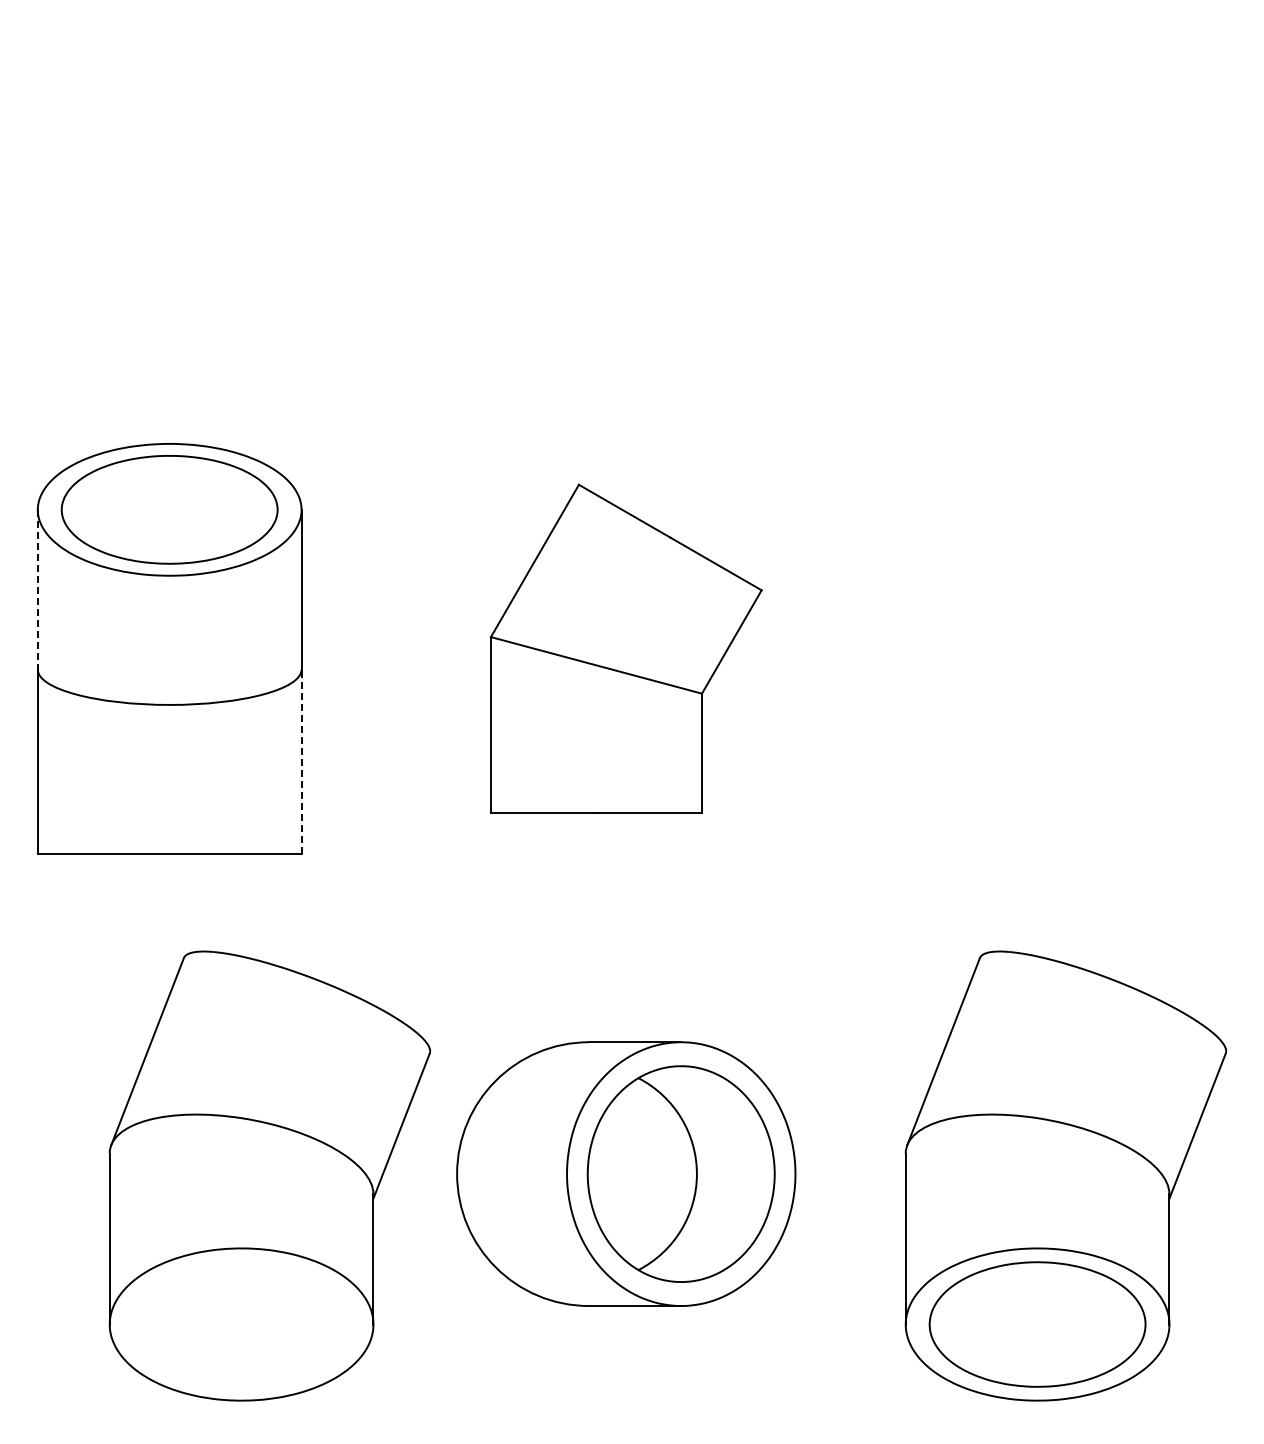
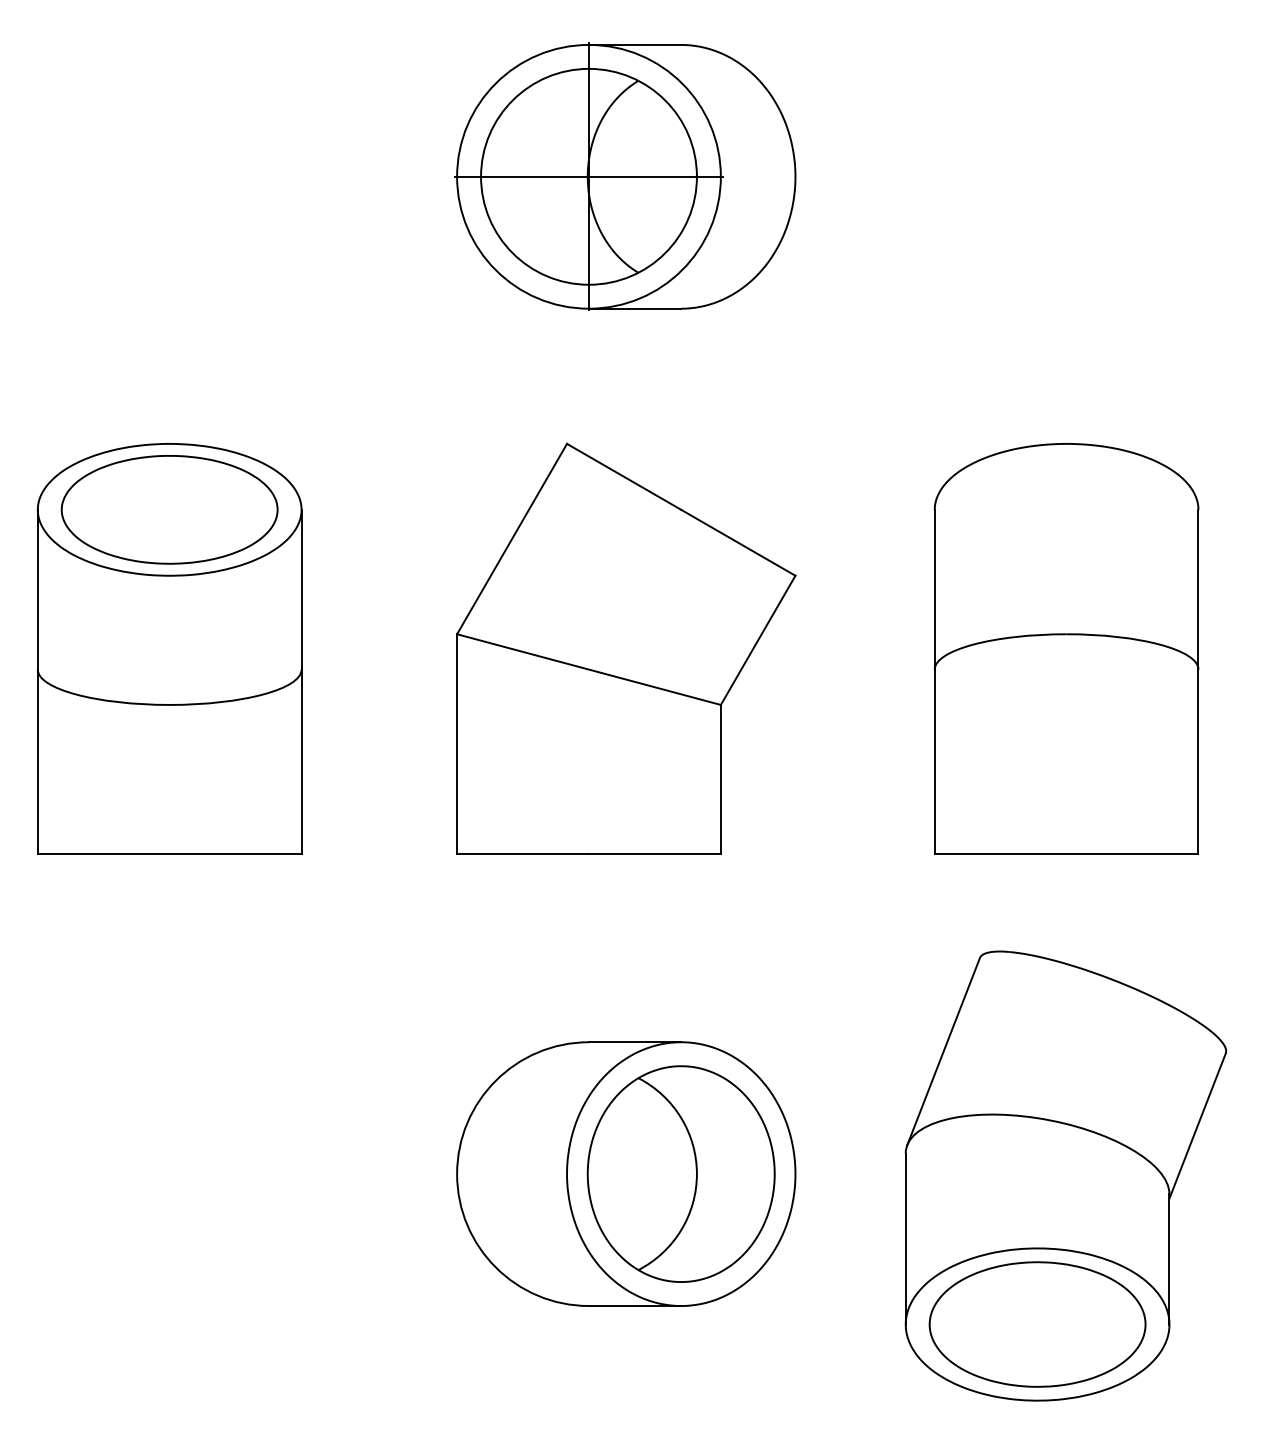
part at (625, 176): none -> present
line at (37, 589): dashed -> solid
part at (625, 648) size: 274x331 px -> 341x413 px
part at (1066, 648): none -> present
line at (301, 761): dashed -> solid
part at (269, 1175): present -> none
